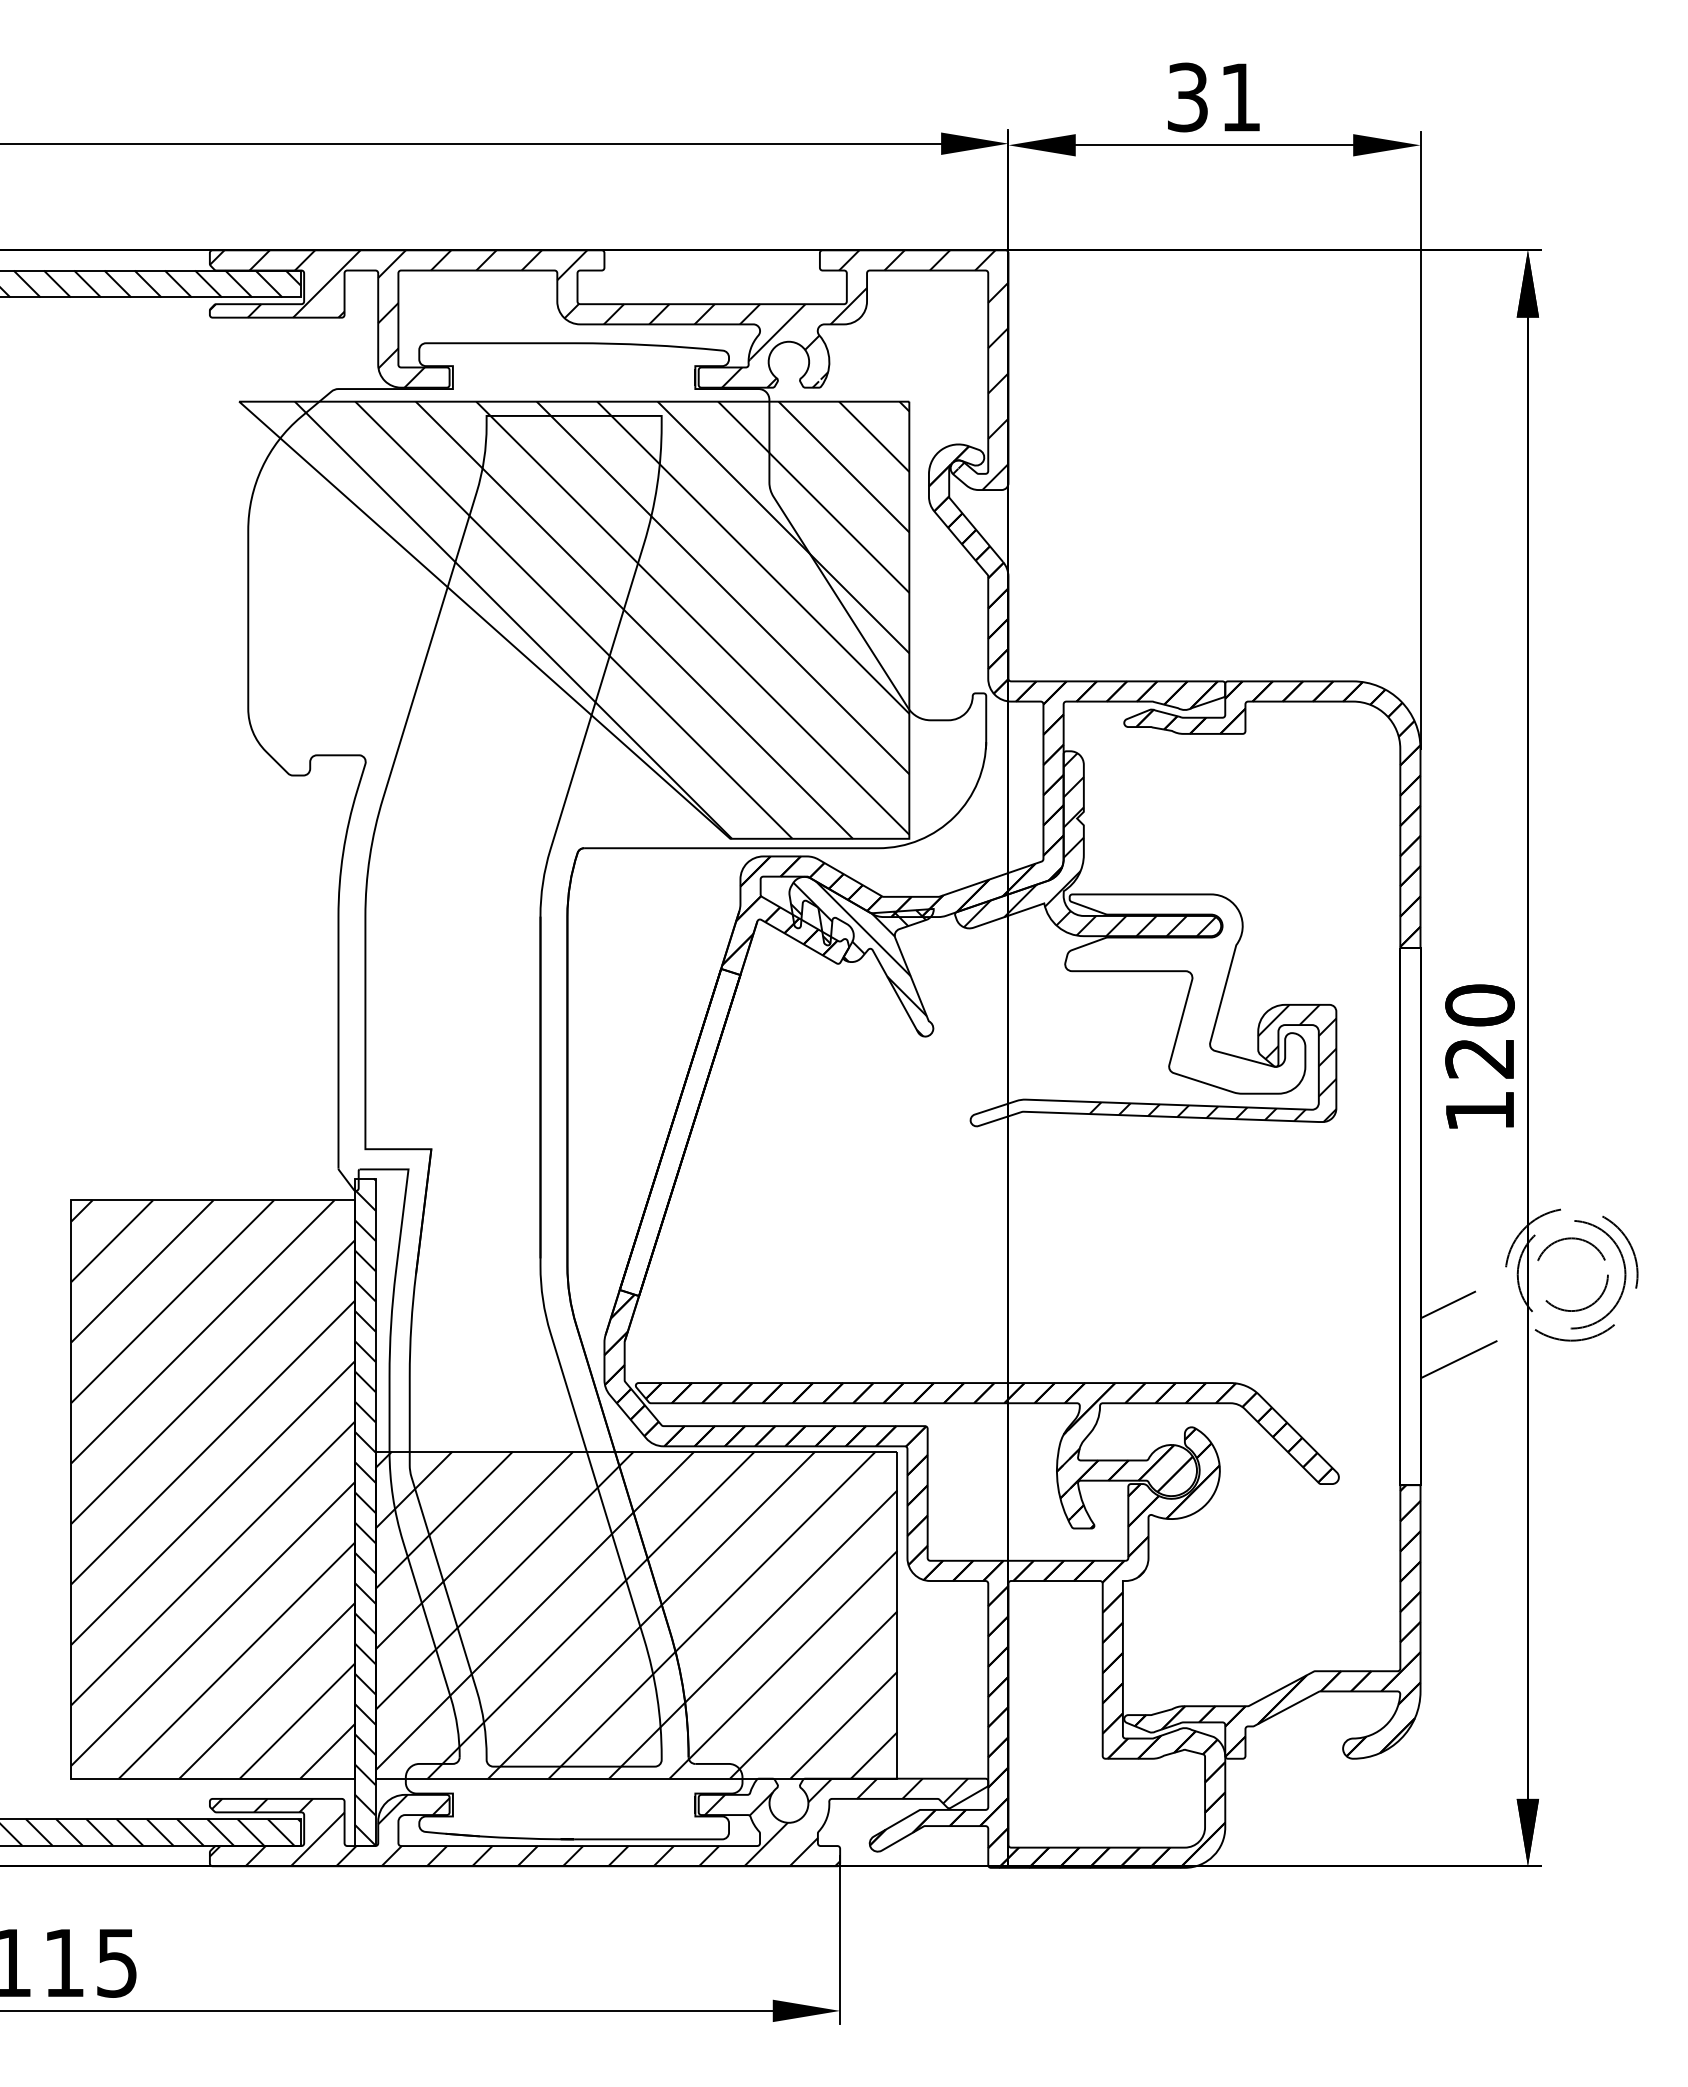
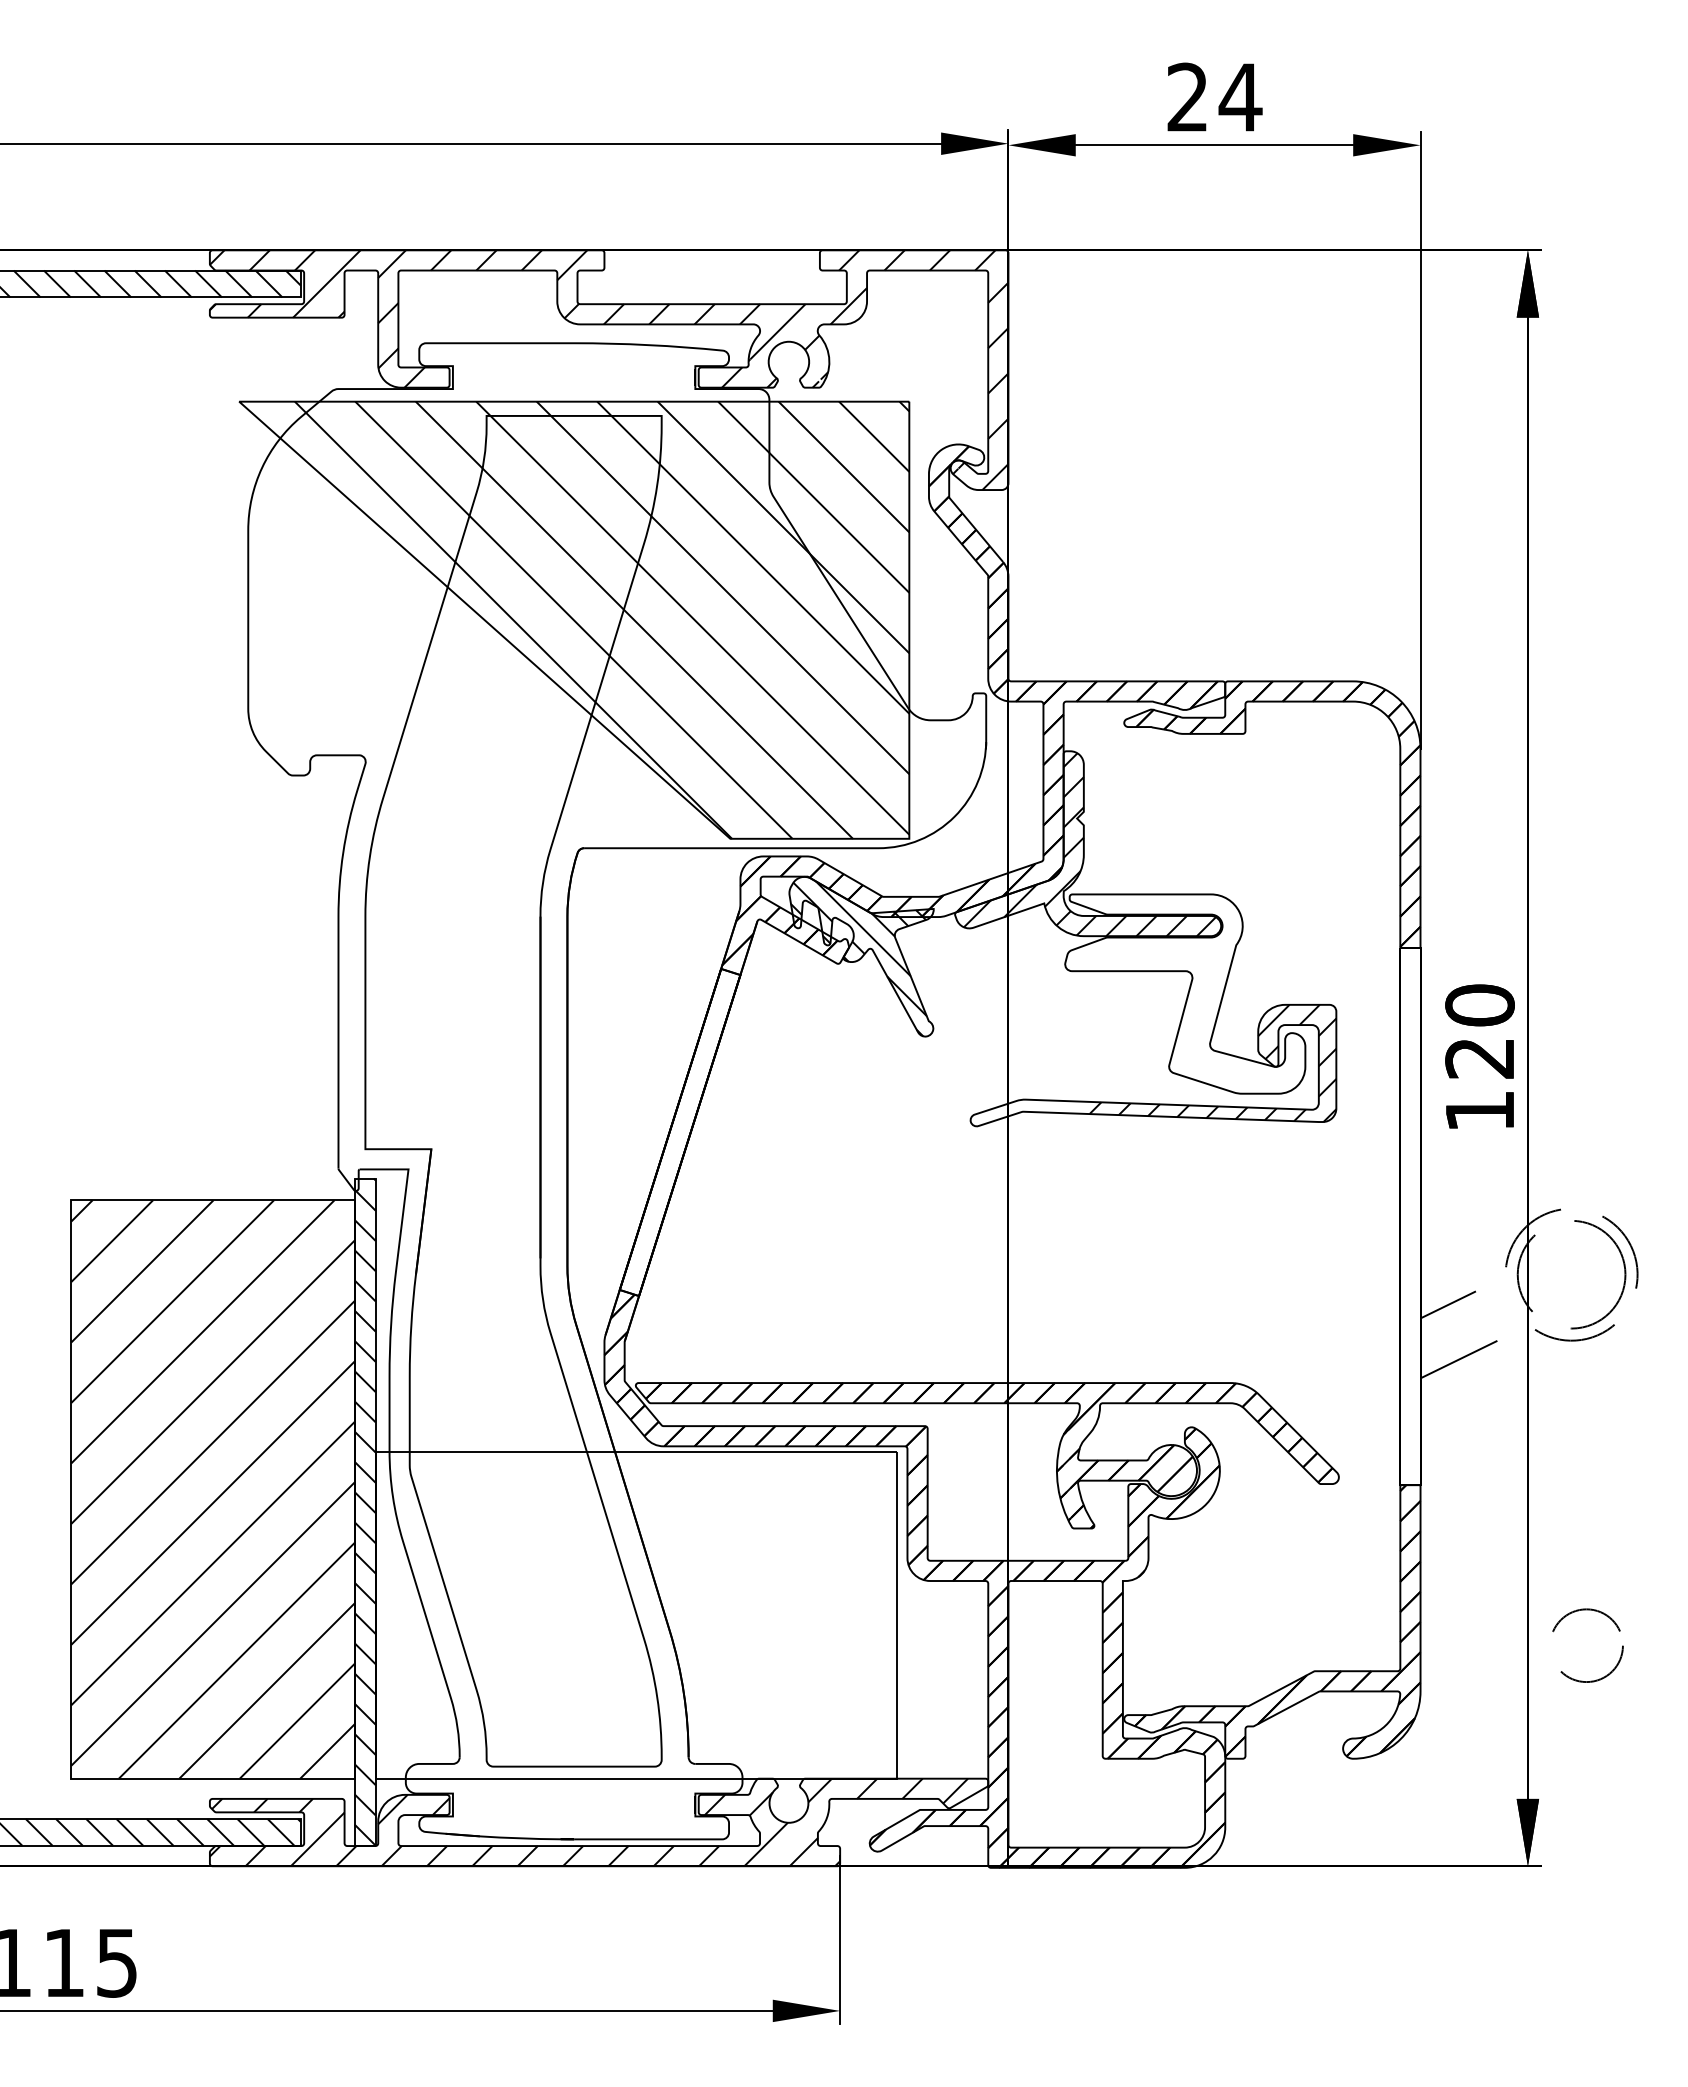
text at (1214, 97): 31 -> 24
circle at (1572, 1274) position: (1572, 1274) -> (1587, 1645)
hatch at (636, 1614): present -> none
